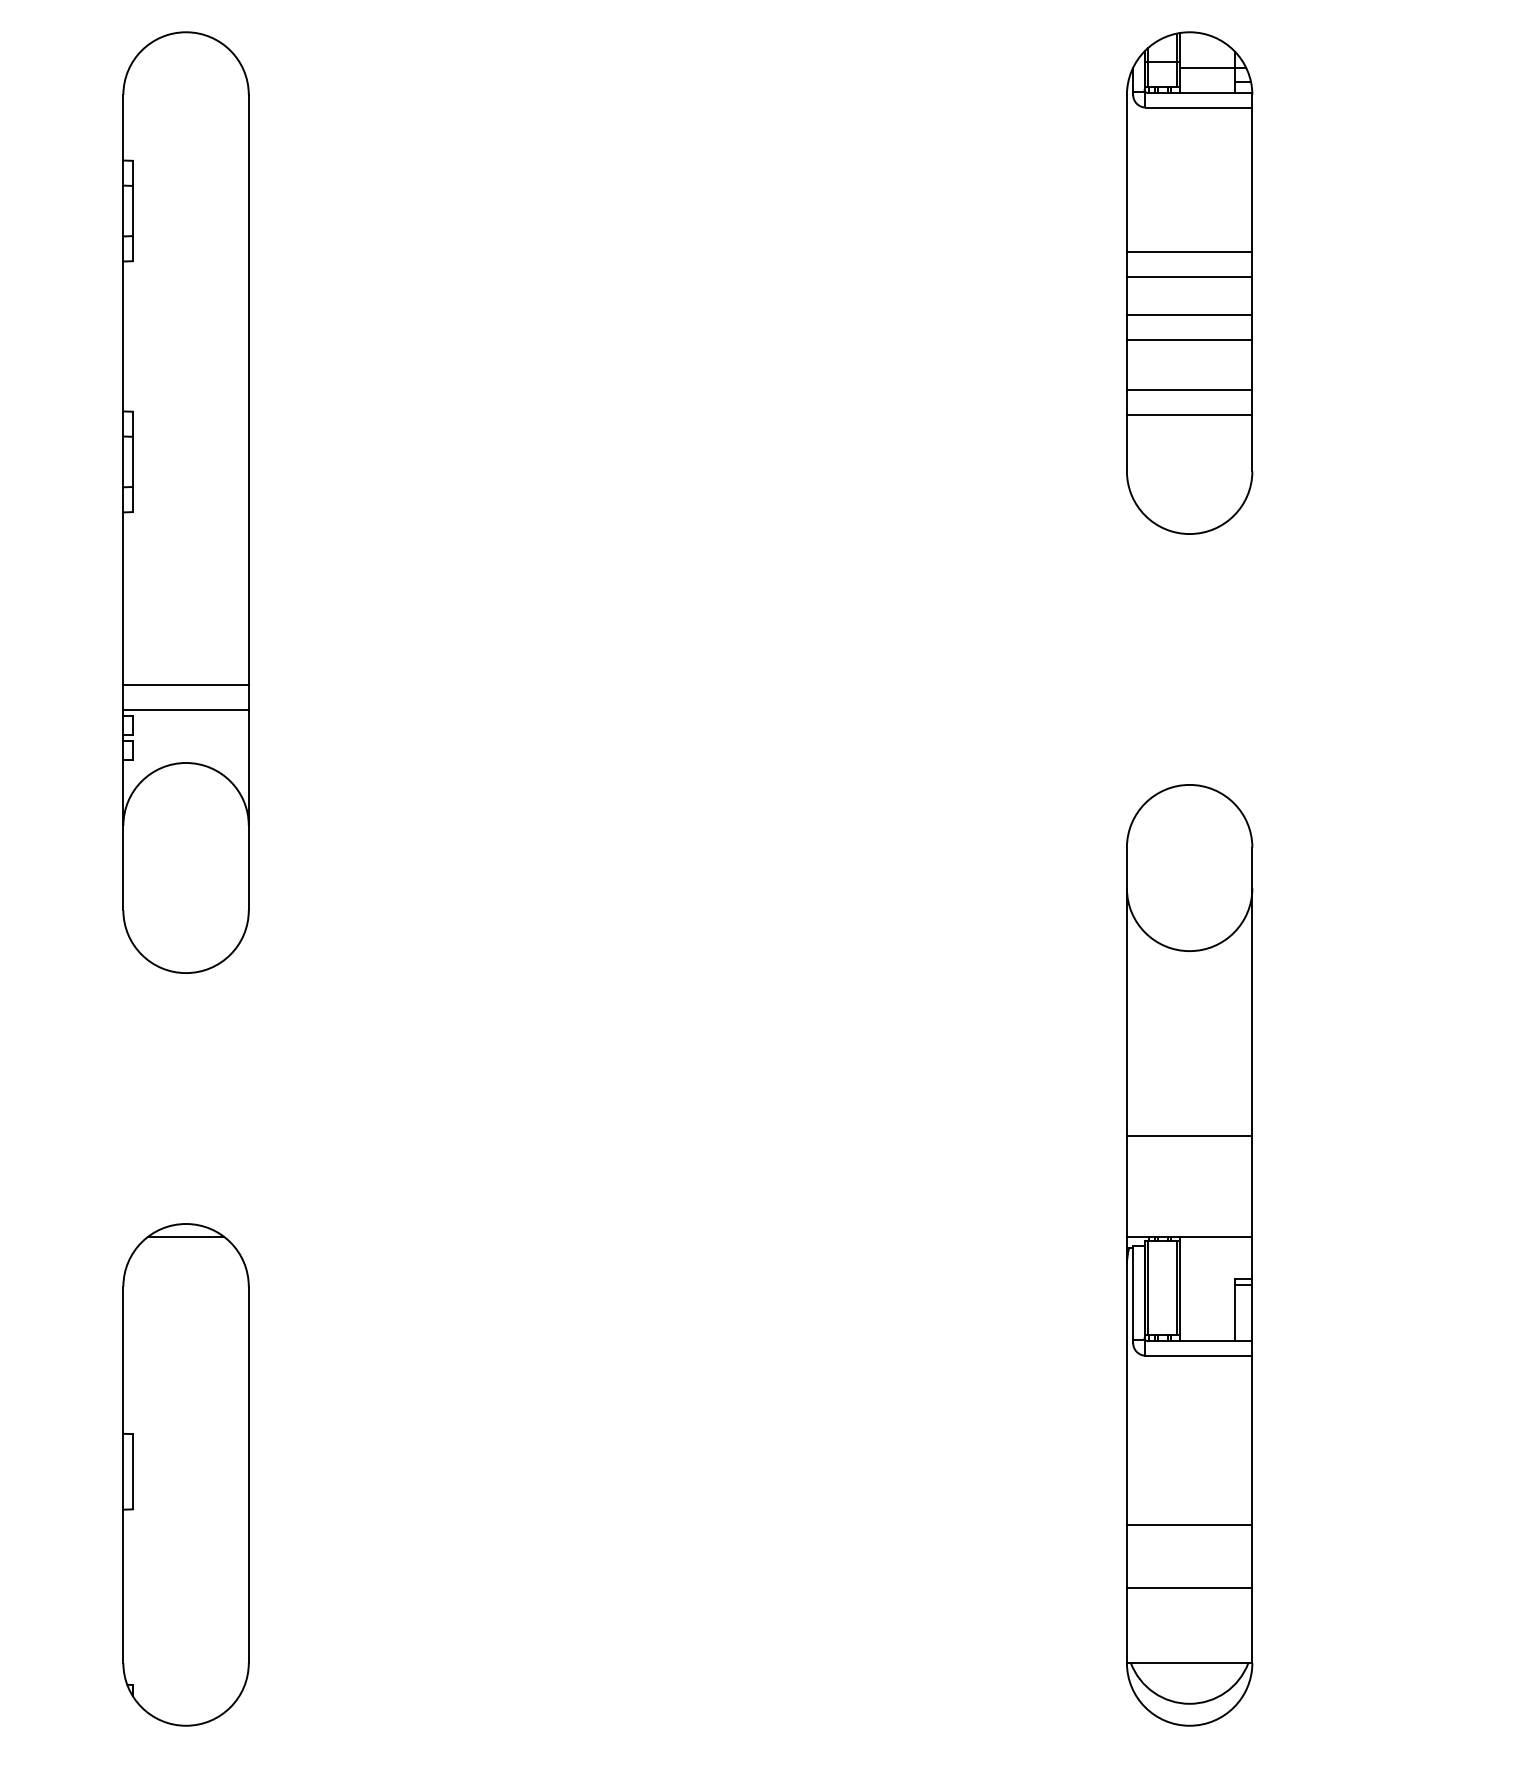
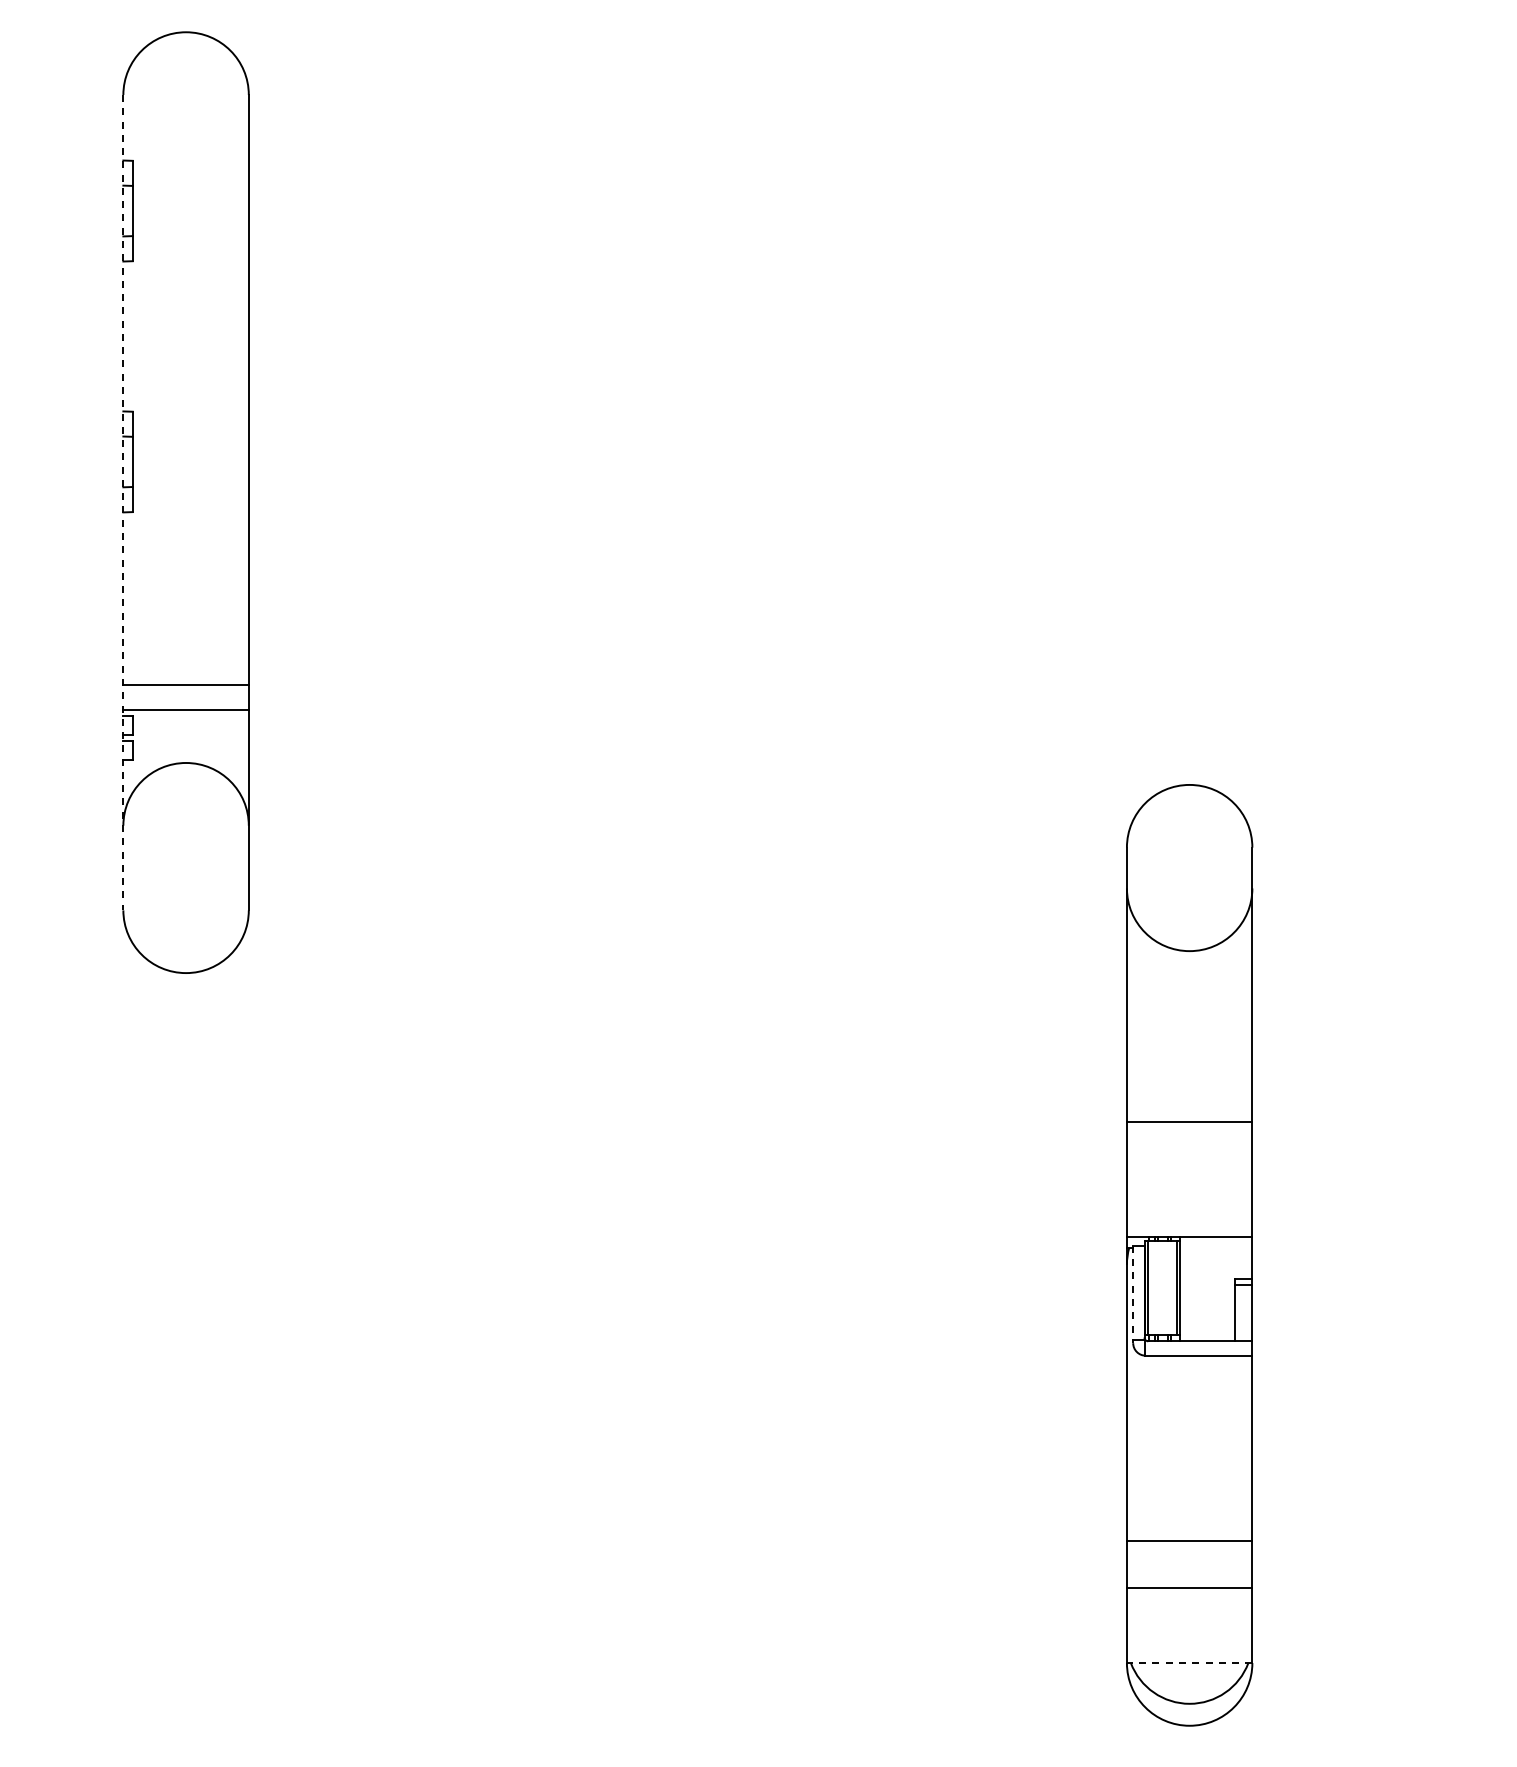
part at (1189, 282): present -> none
line at (123, 502): solid -> dashed
line at (1189, 1136) position: (1189, 1136) -> (1189, 1122)
line at (1133, 1294): solid -> dashed
part at (185, 1474): present -> none
line at (1189, 1525) position: (1189, 1525) -> (1189, 1541)
line at (1189, 1663): solid -> dashed
